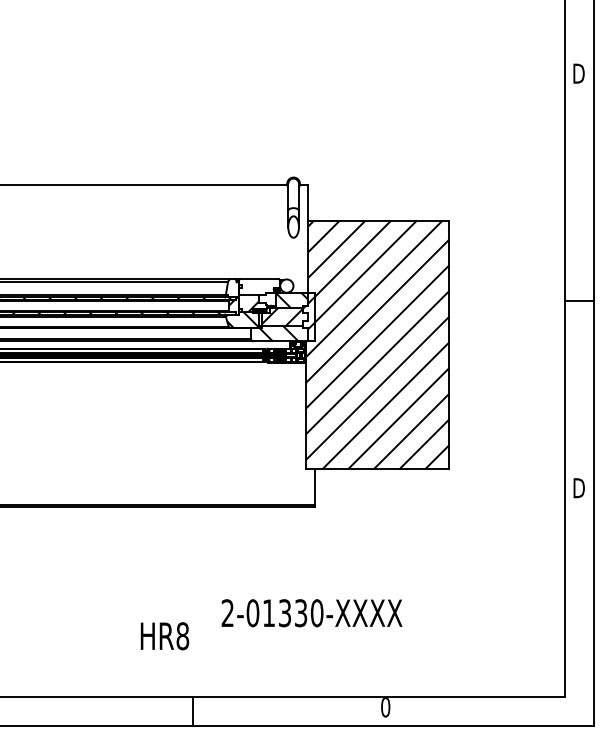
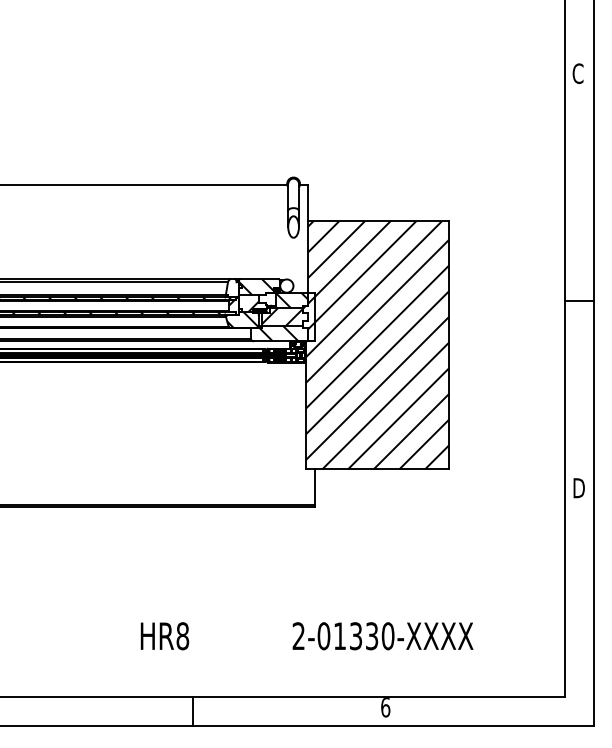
text at (578, 73): D -> C
hatch at (256, 287): none -> present
text at (311, 613) position: (311, 613) -> (382, 636)
text at (385, 707): 0 -> 6
